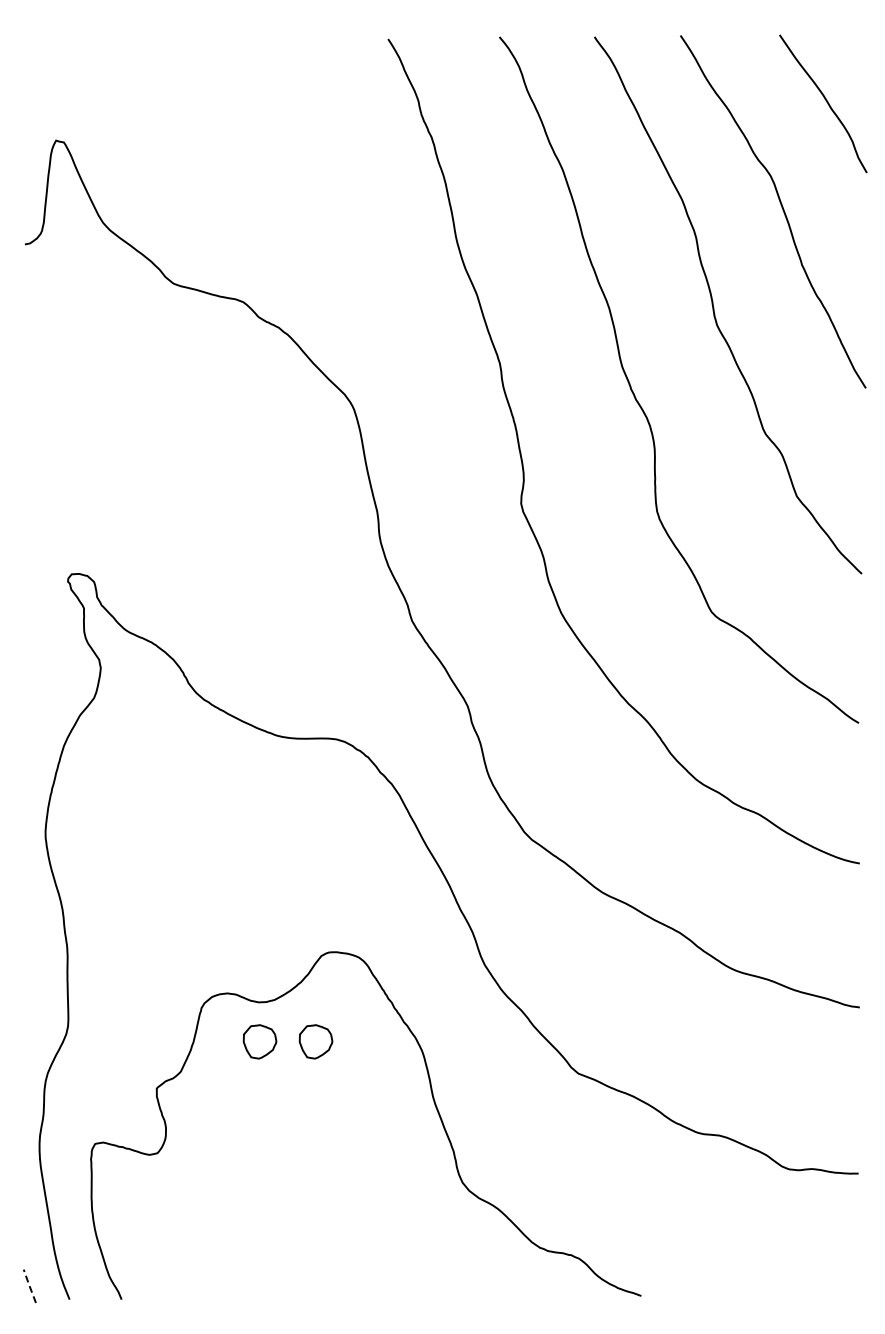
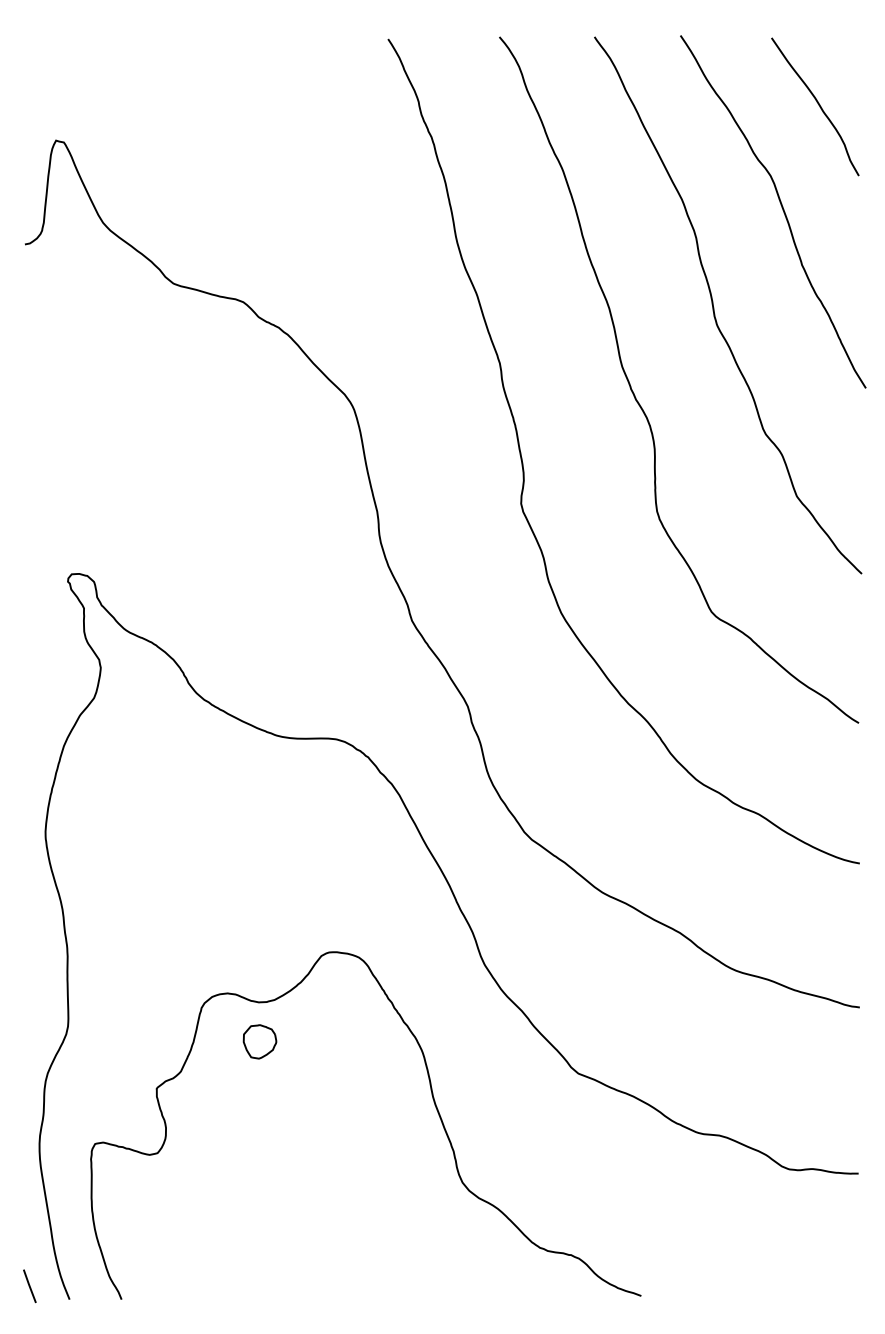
curve at (826, 102) position: (826, 102) -> (818, 105)
part at (315, 1041): present -> none
line at (29, 1285): dashed -> solid
